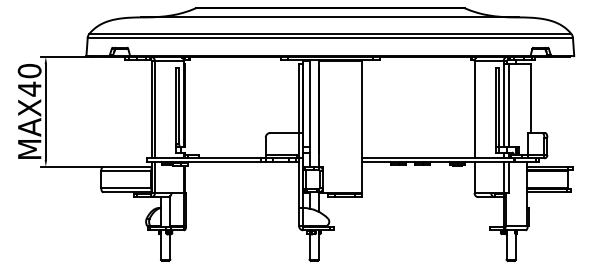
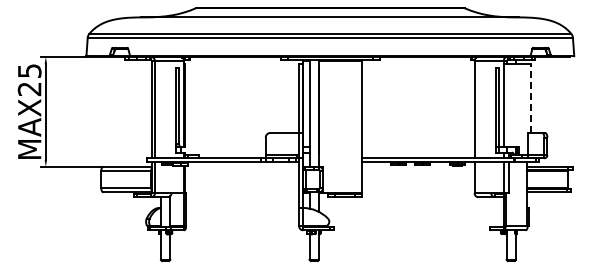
text at (29, 80): MAX40 -> MAX25
line at (530, 98): solid -> dashed
line at (509, 104): present -> none
